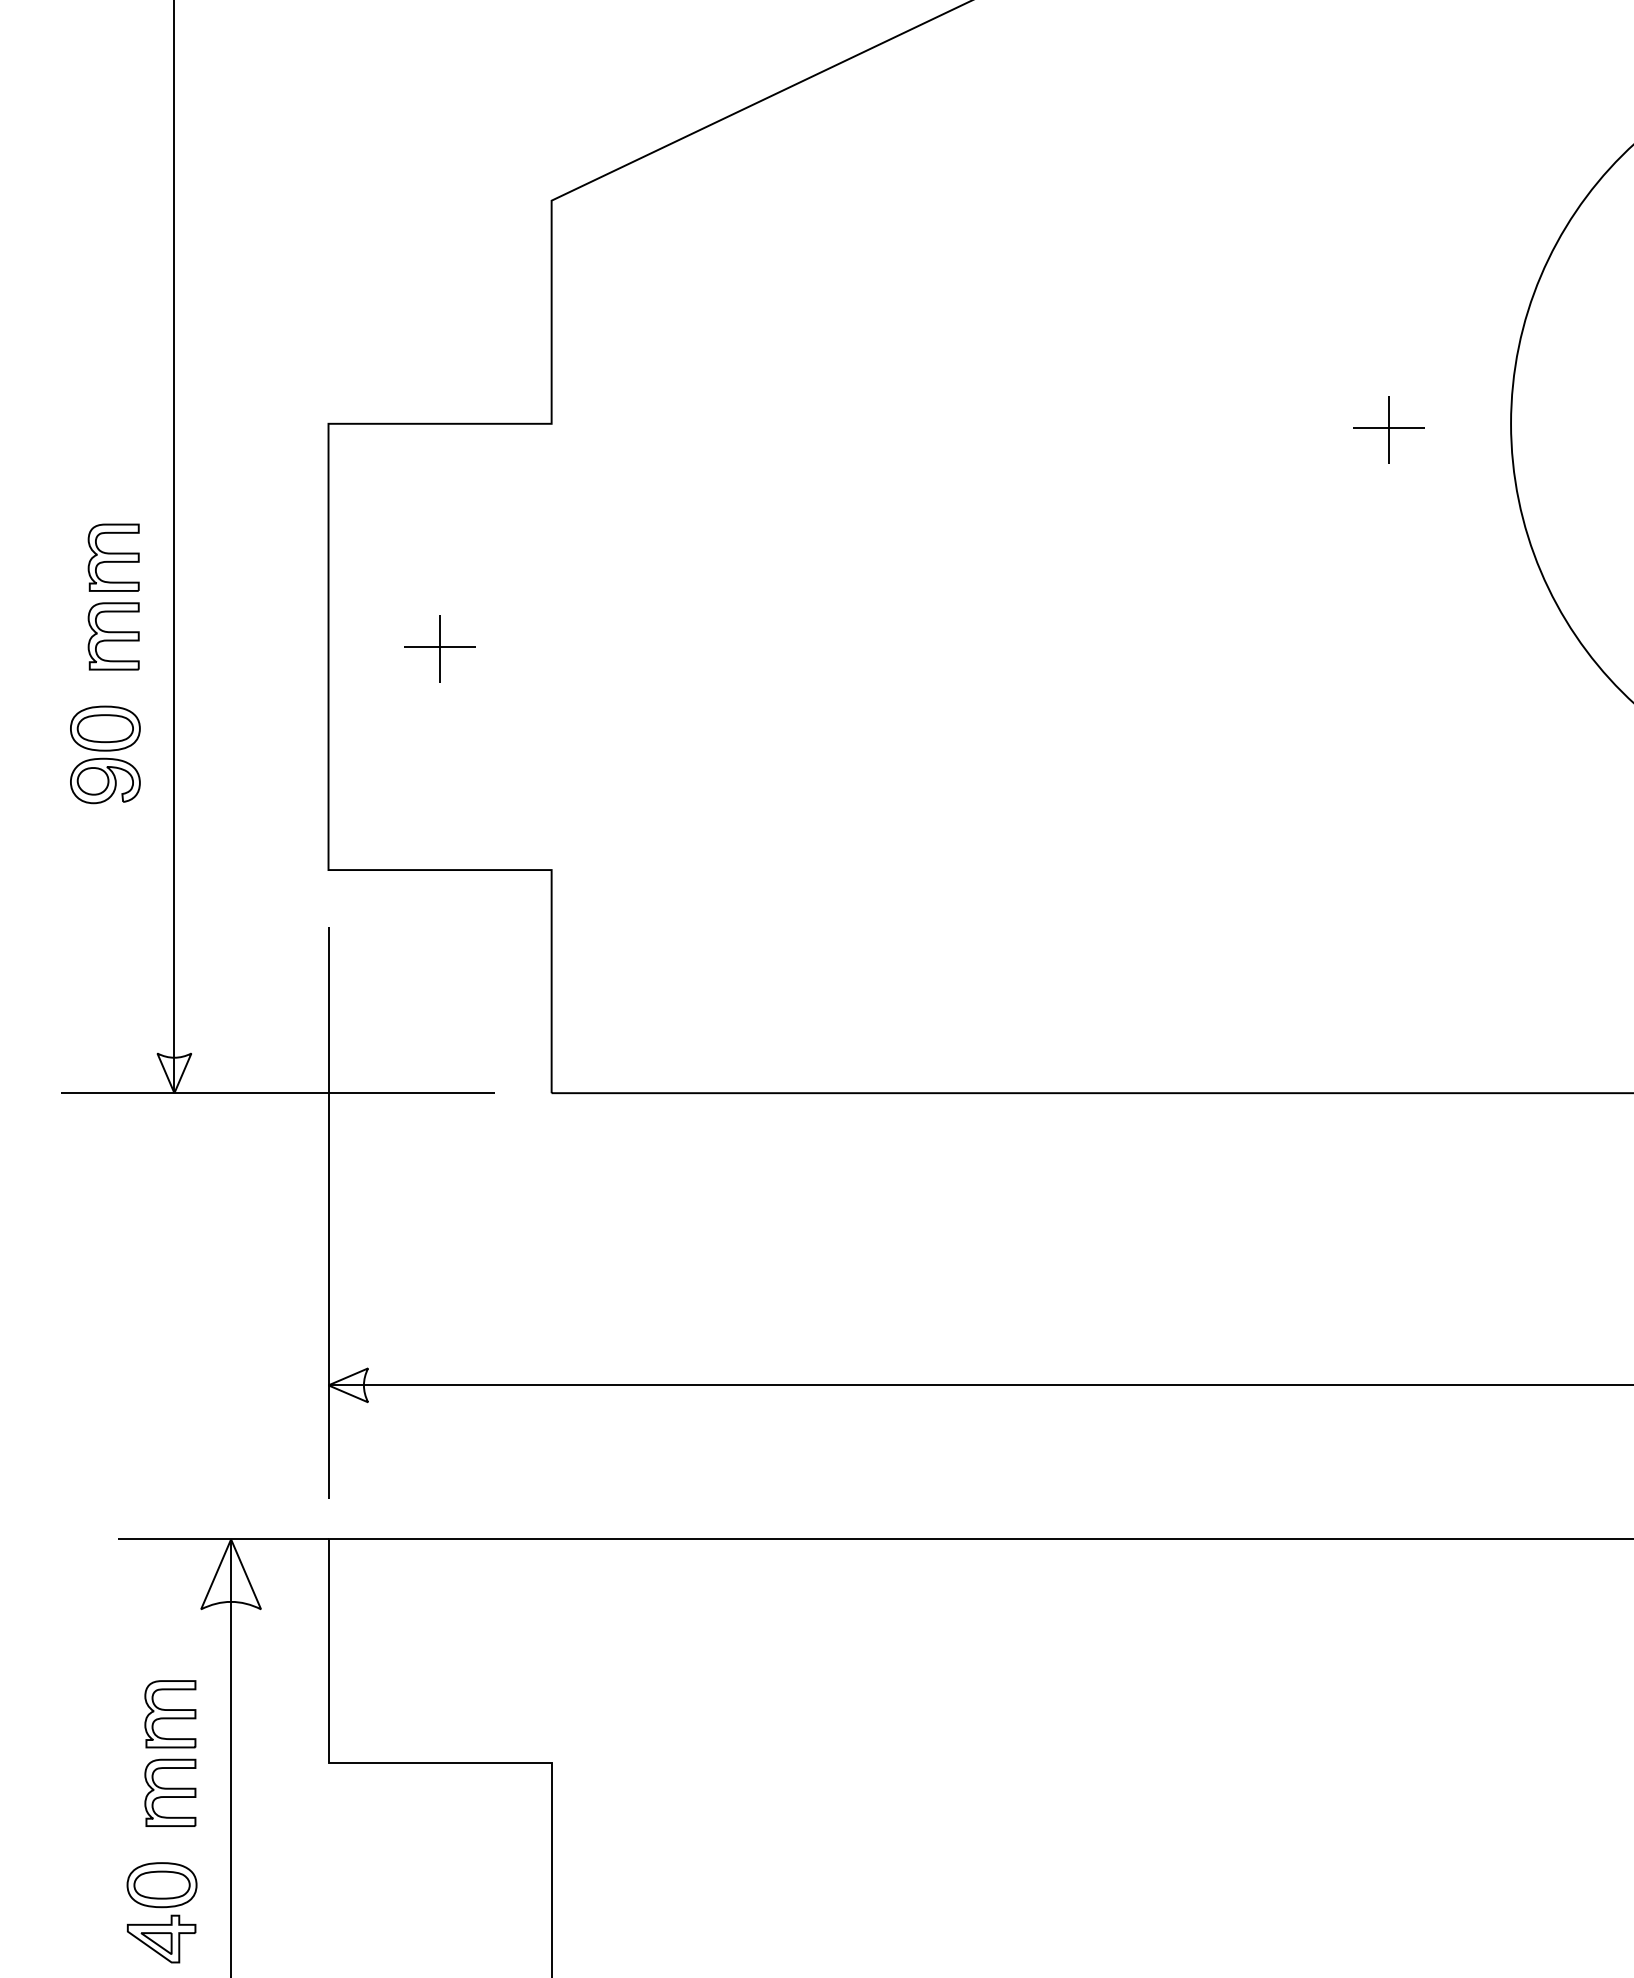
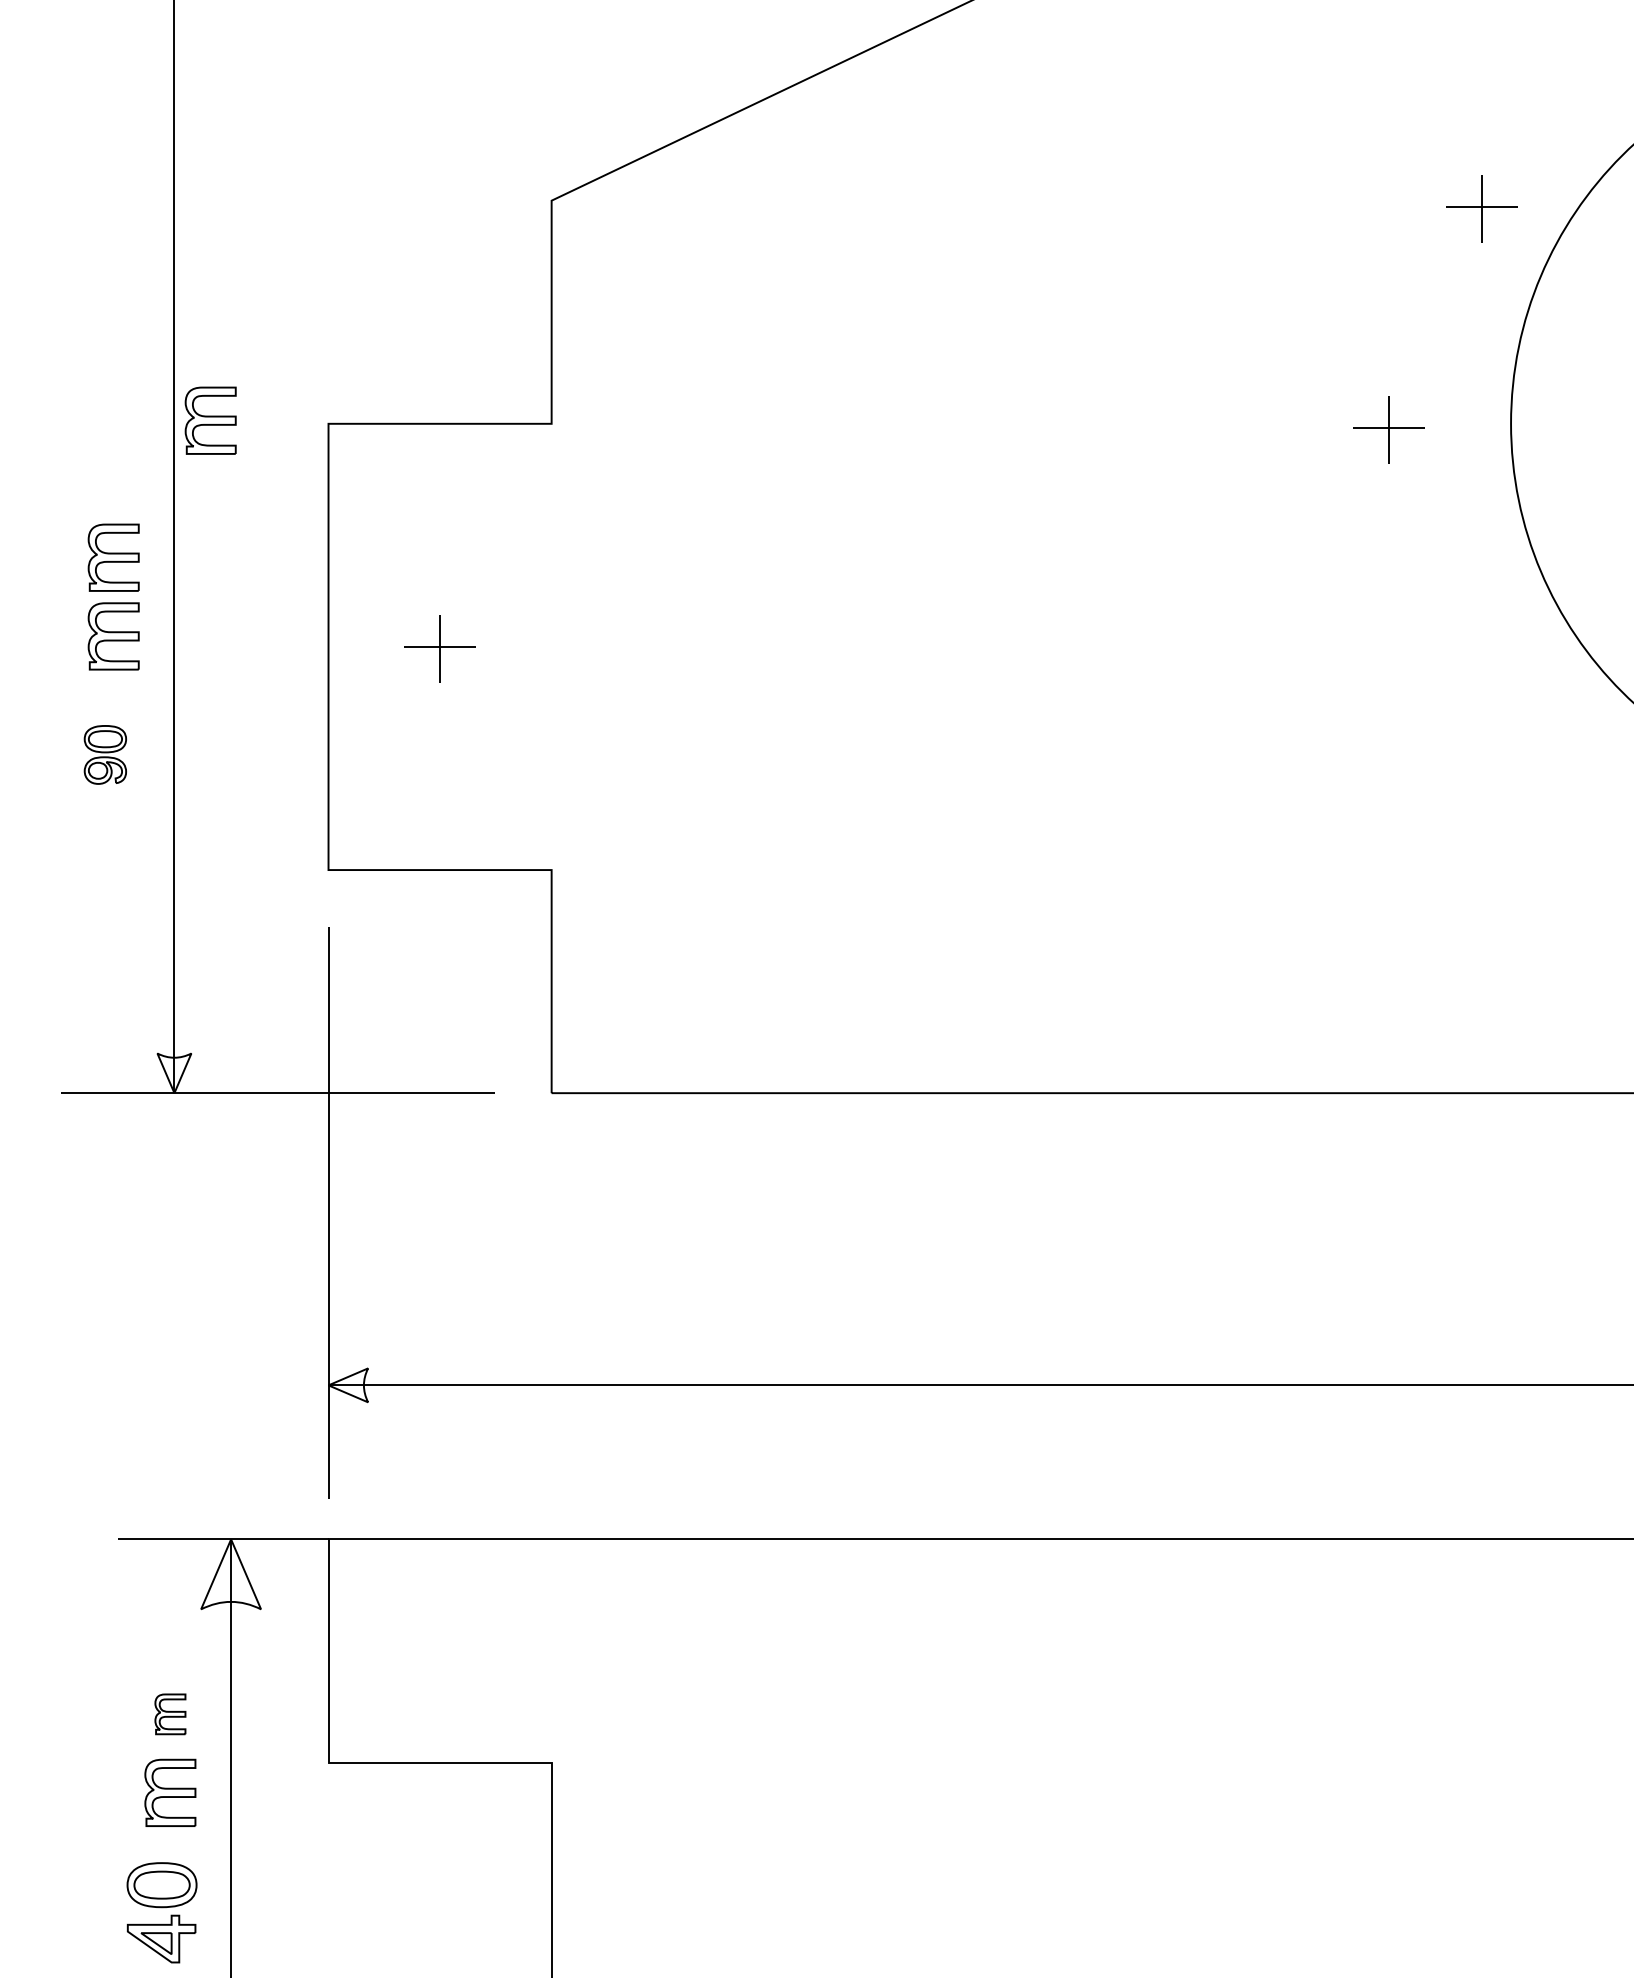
part at (1481, 208): none -> present
part at (210, 420): none -> present
part at (105, 754) size: 71x100 px -> 44x60 px
part at (170, 1714) size: 53x69 px -> 33x43 px
